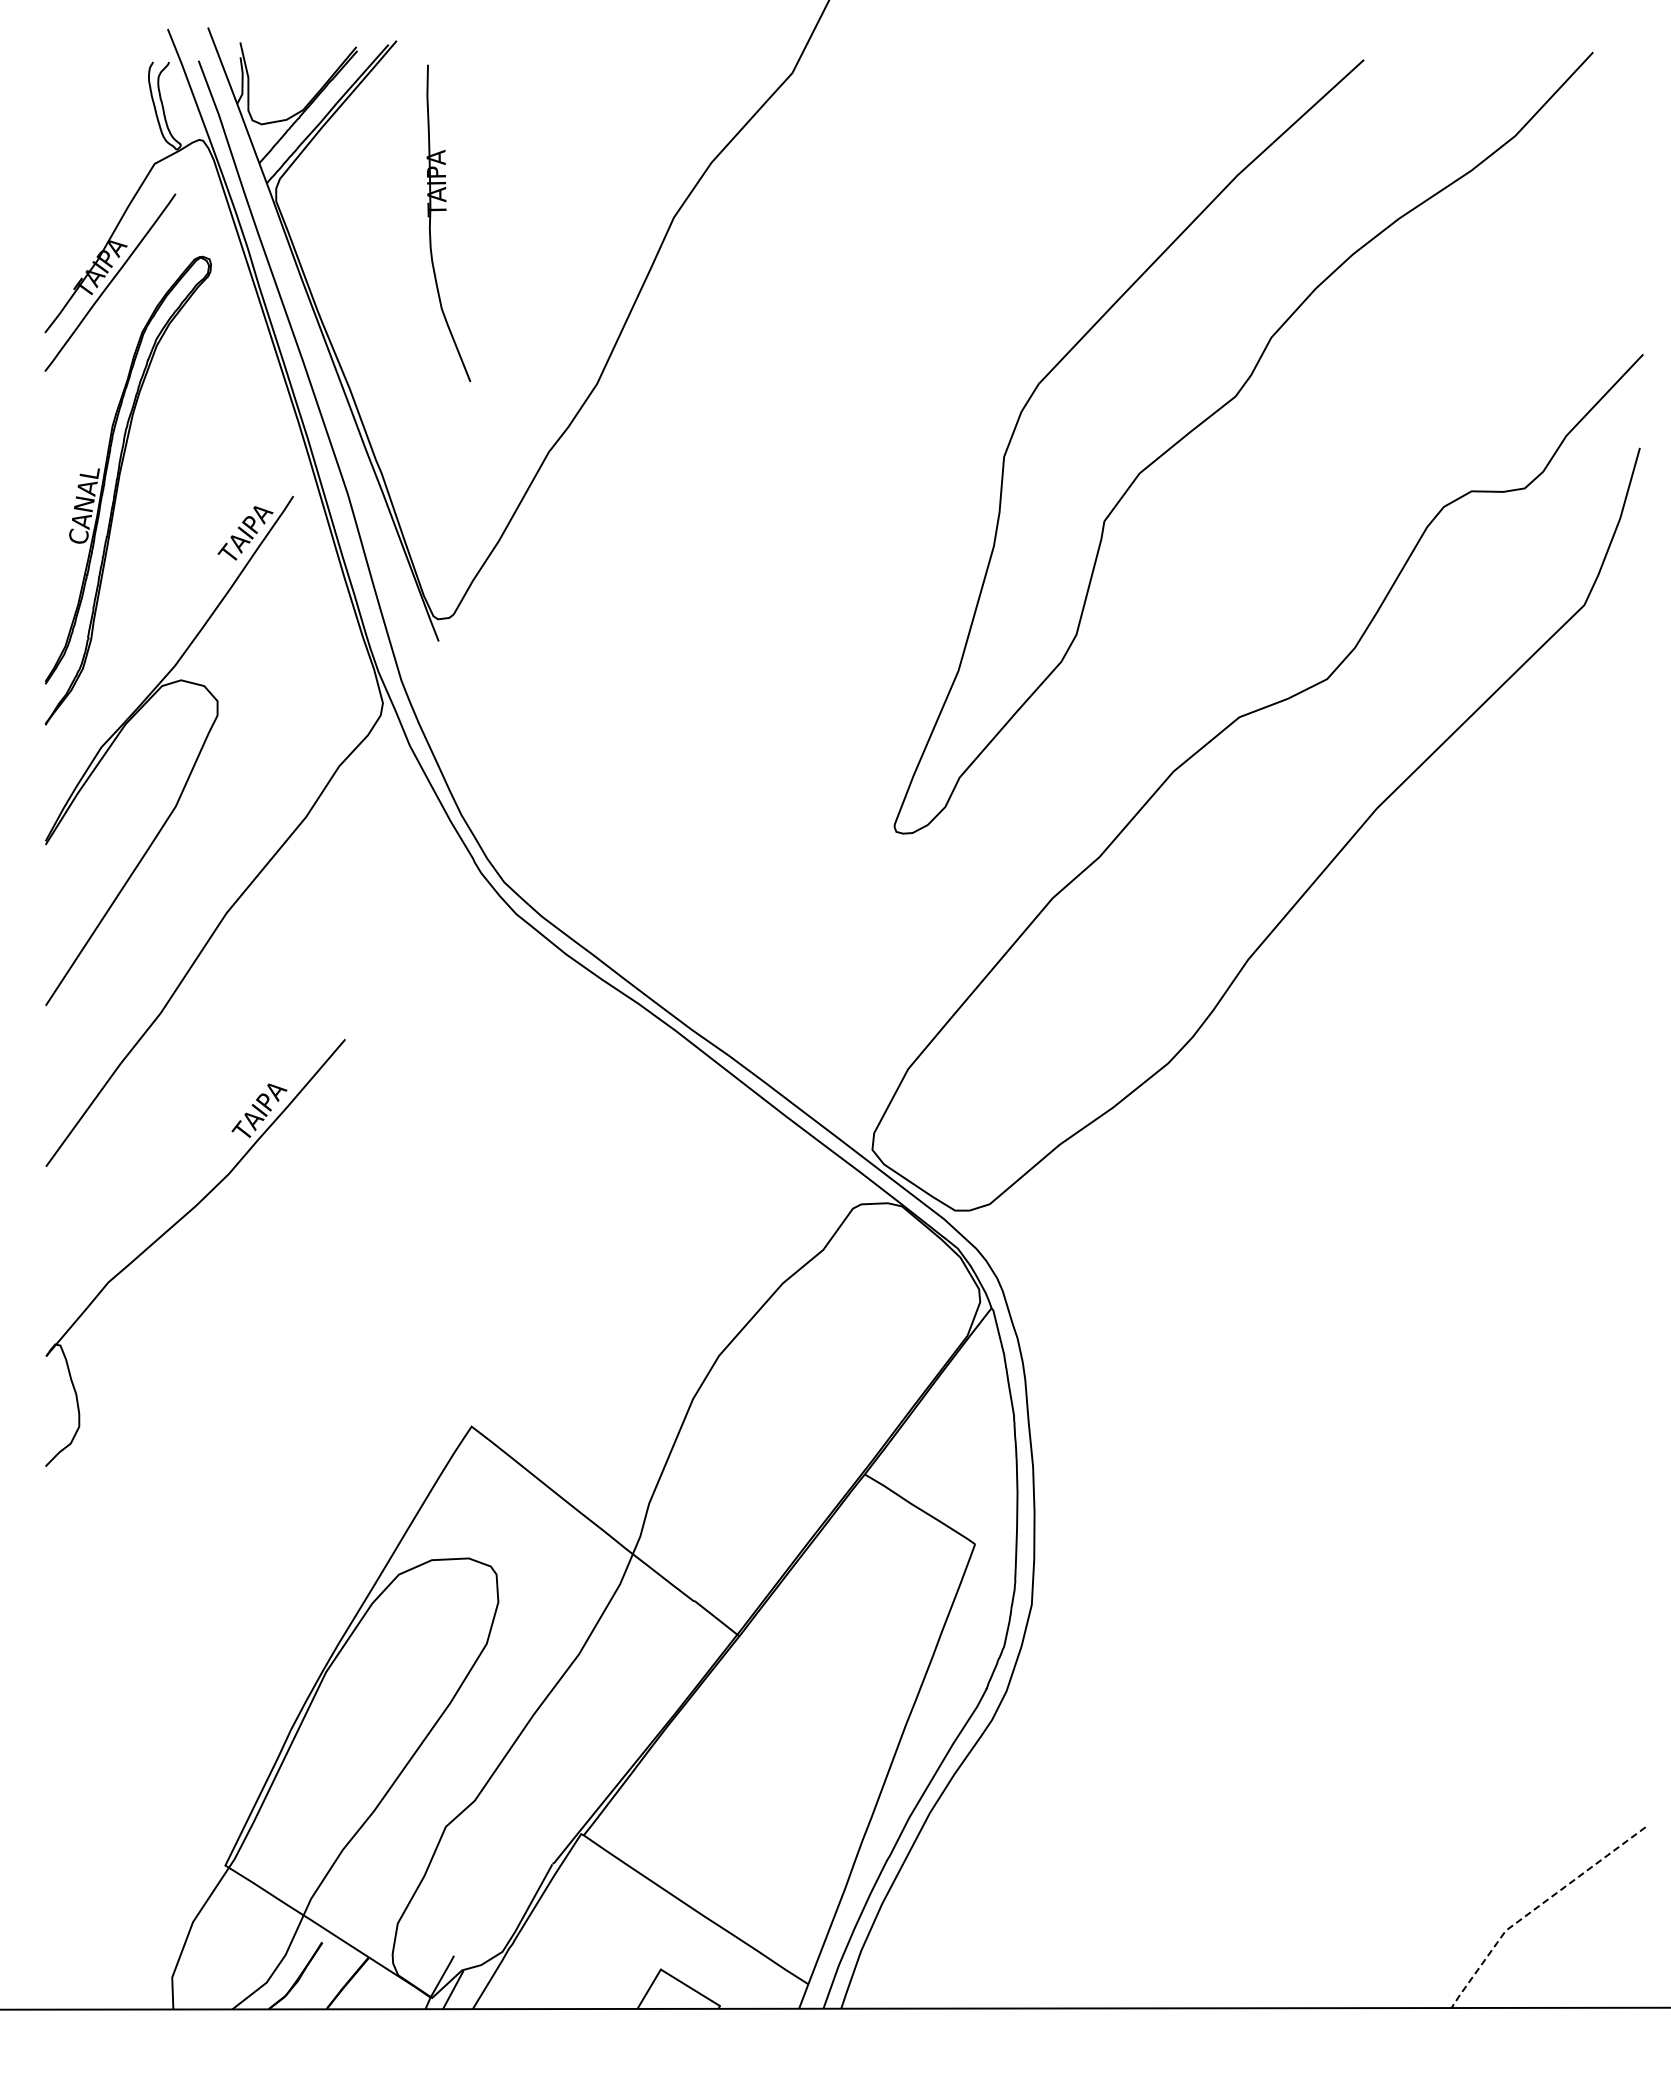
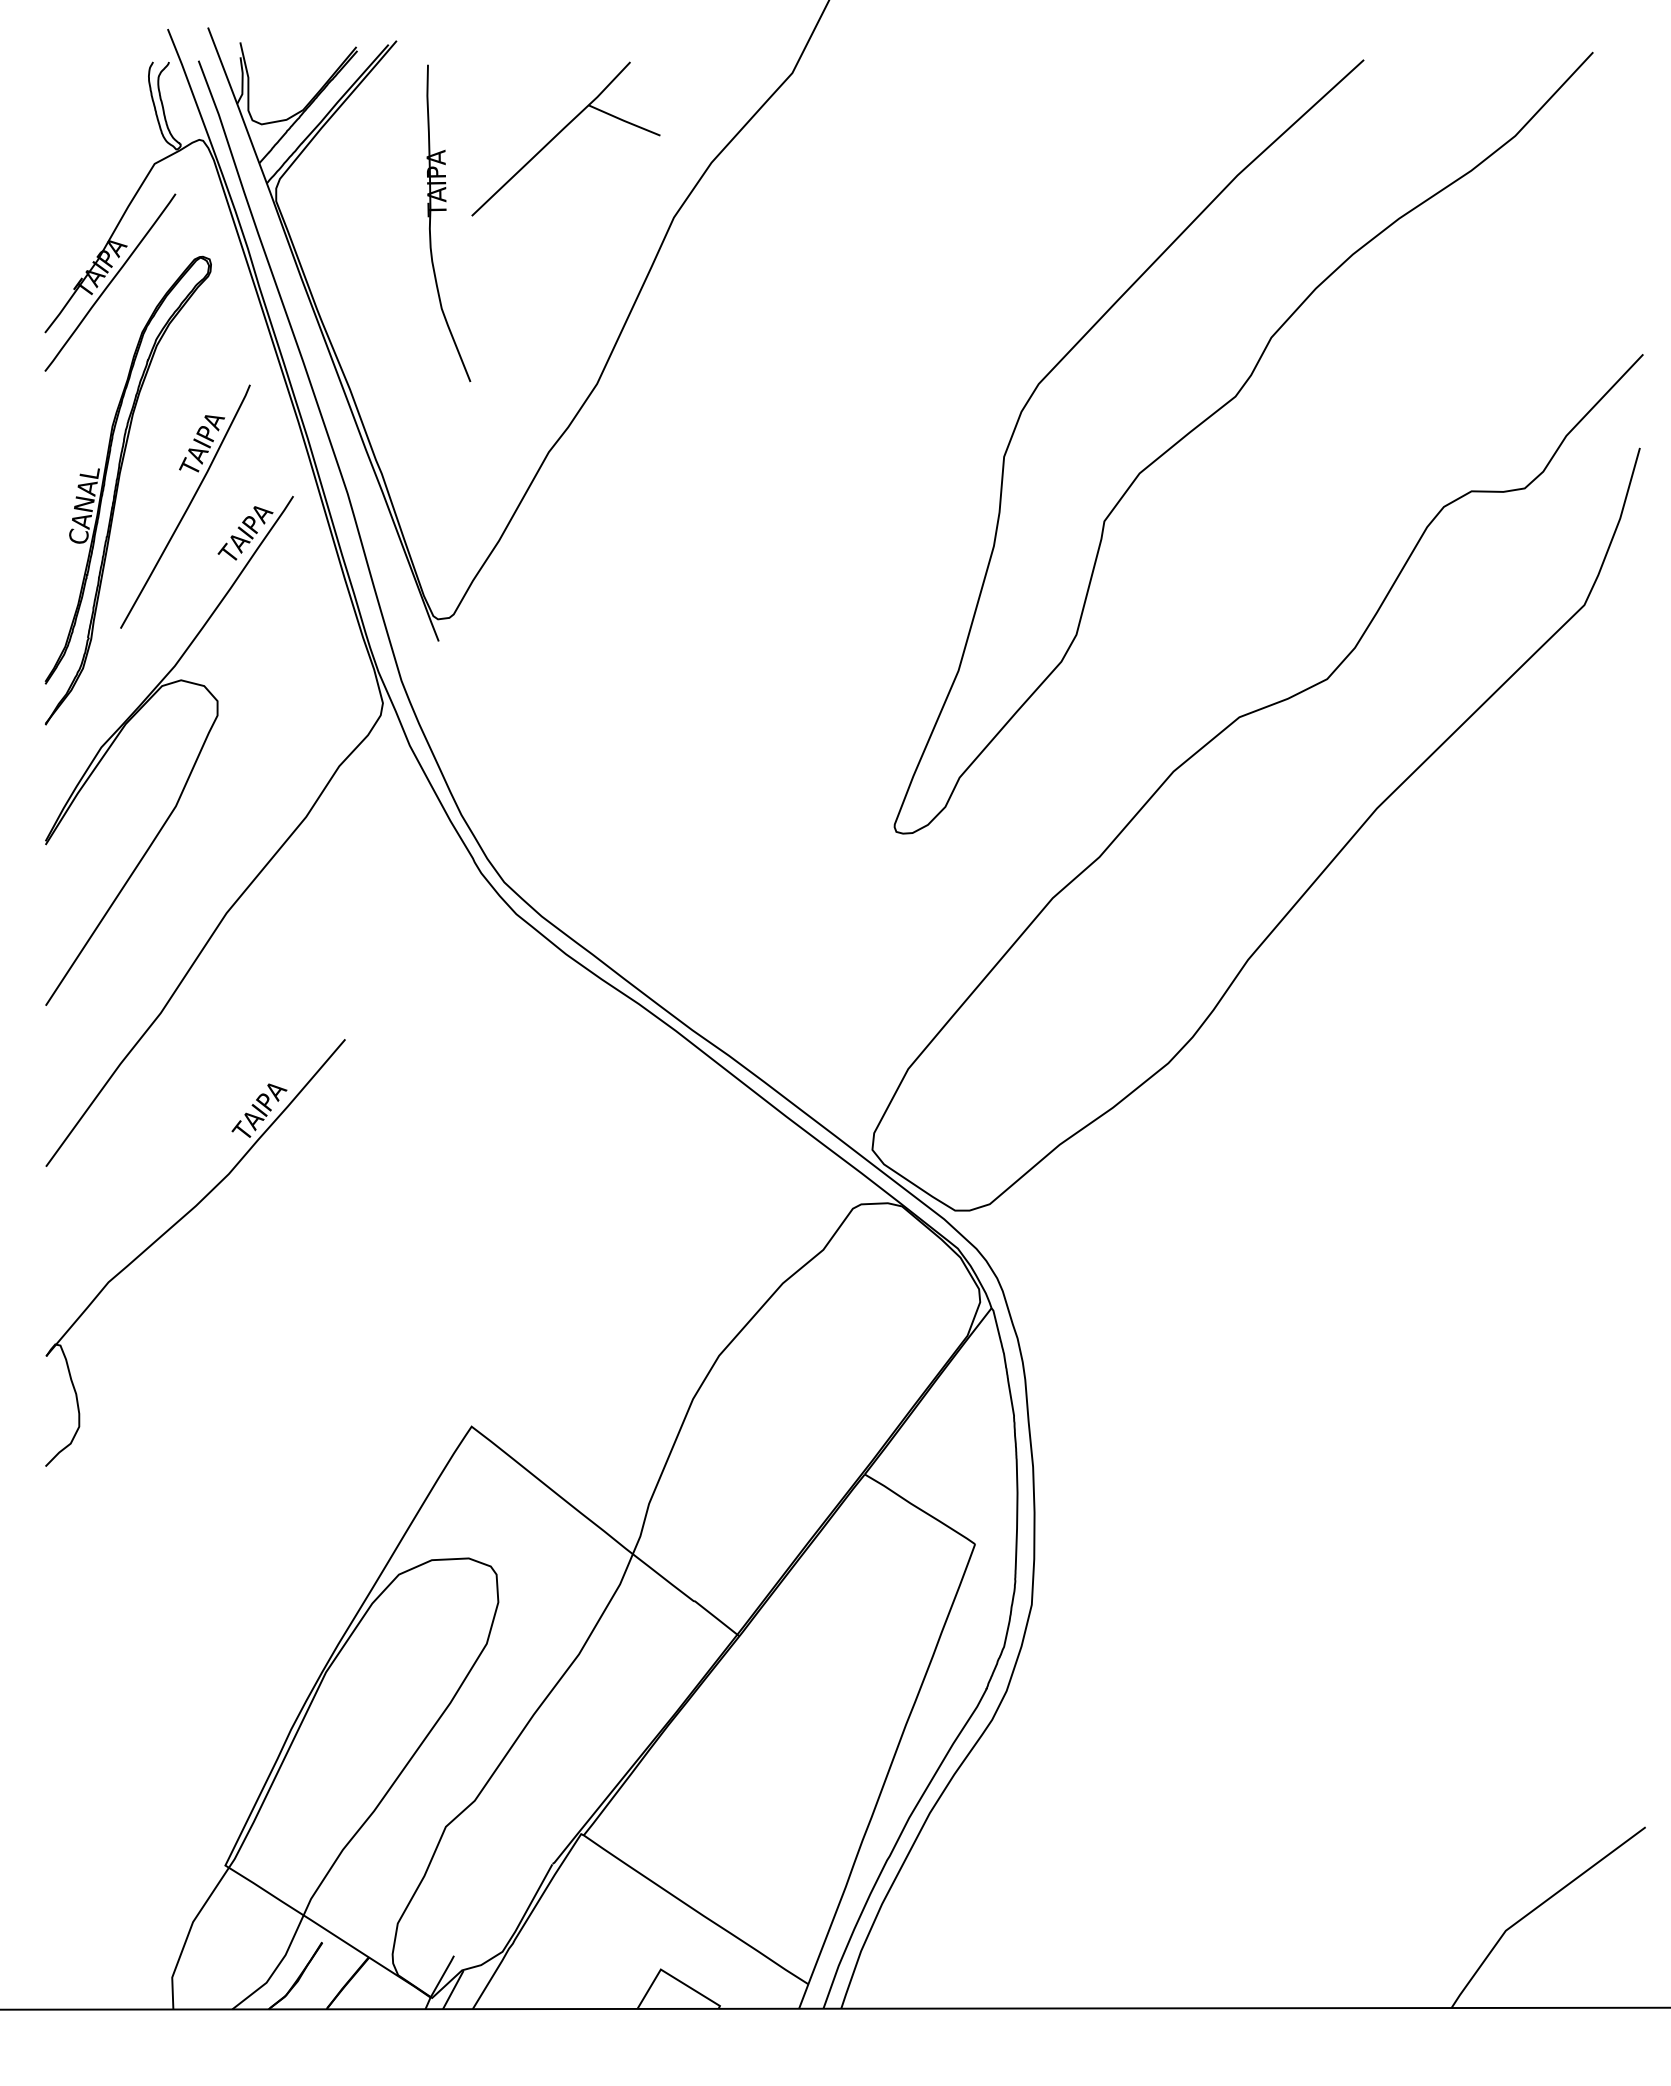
part at (560, 133): none -> present
part at (185, 506): none -> present
line at (1536, 1908): dashed -> solid
